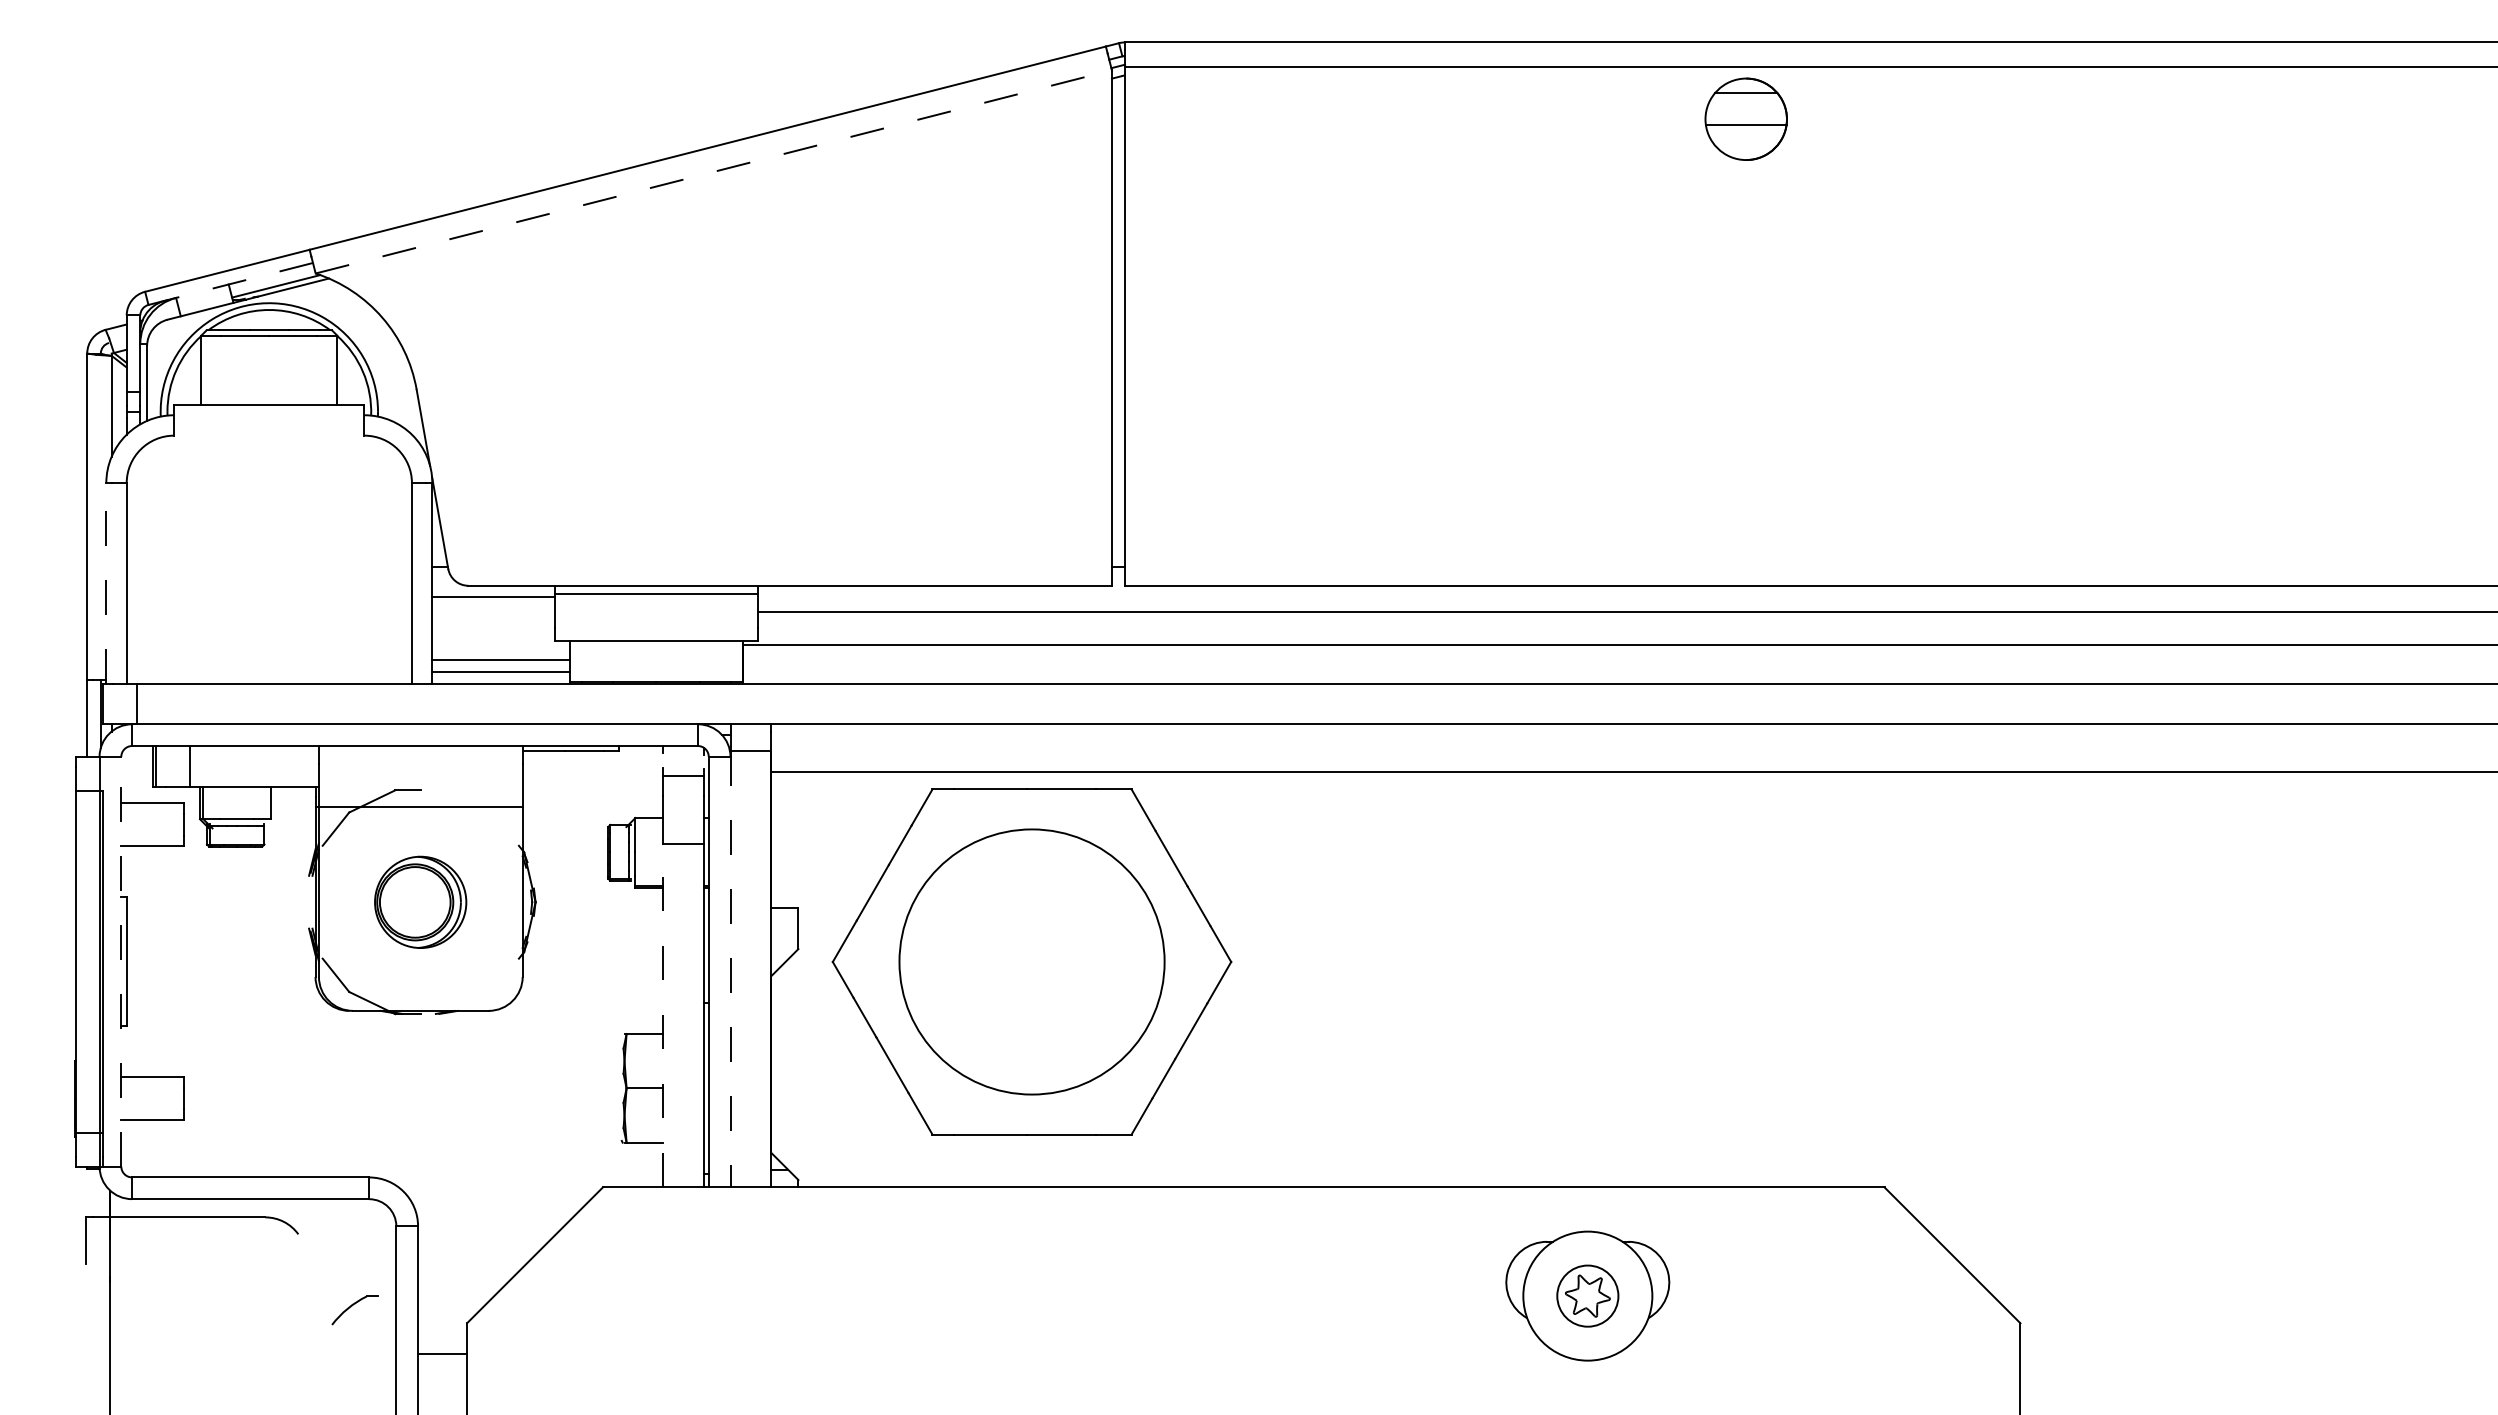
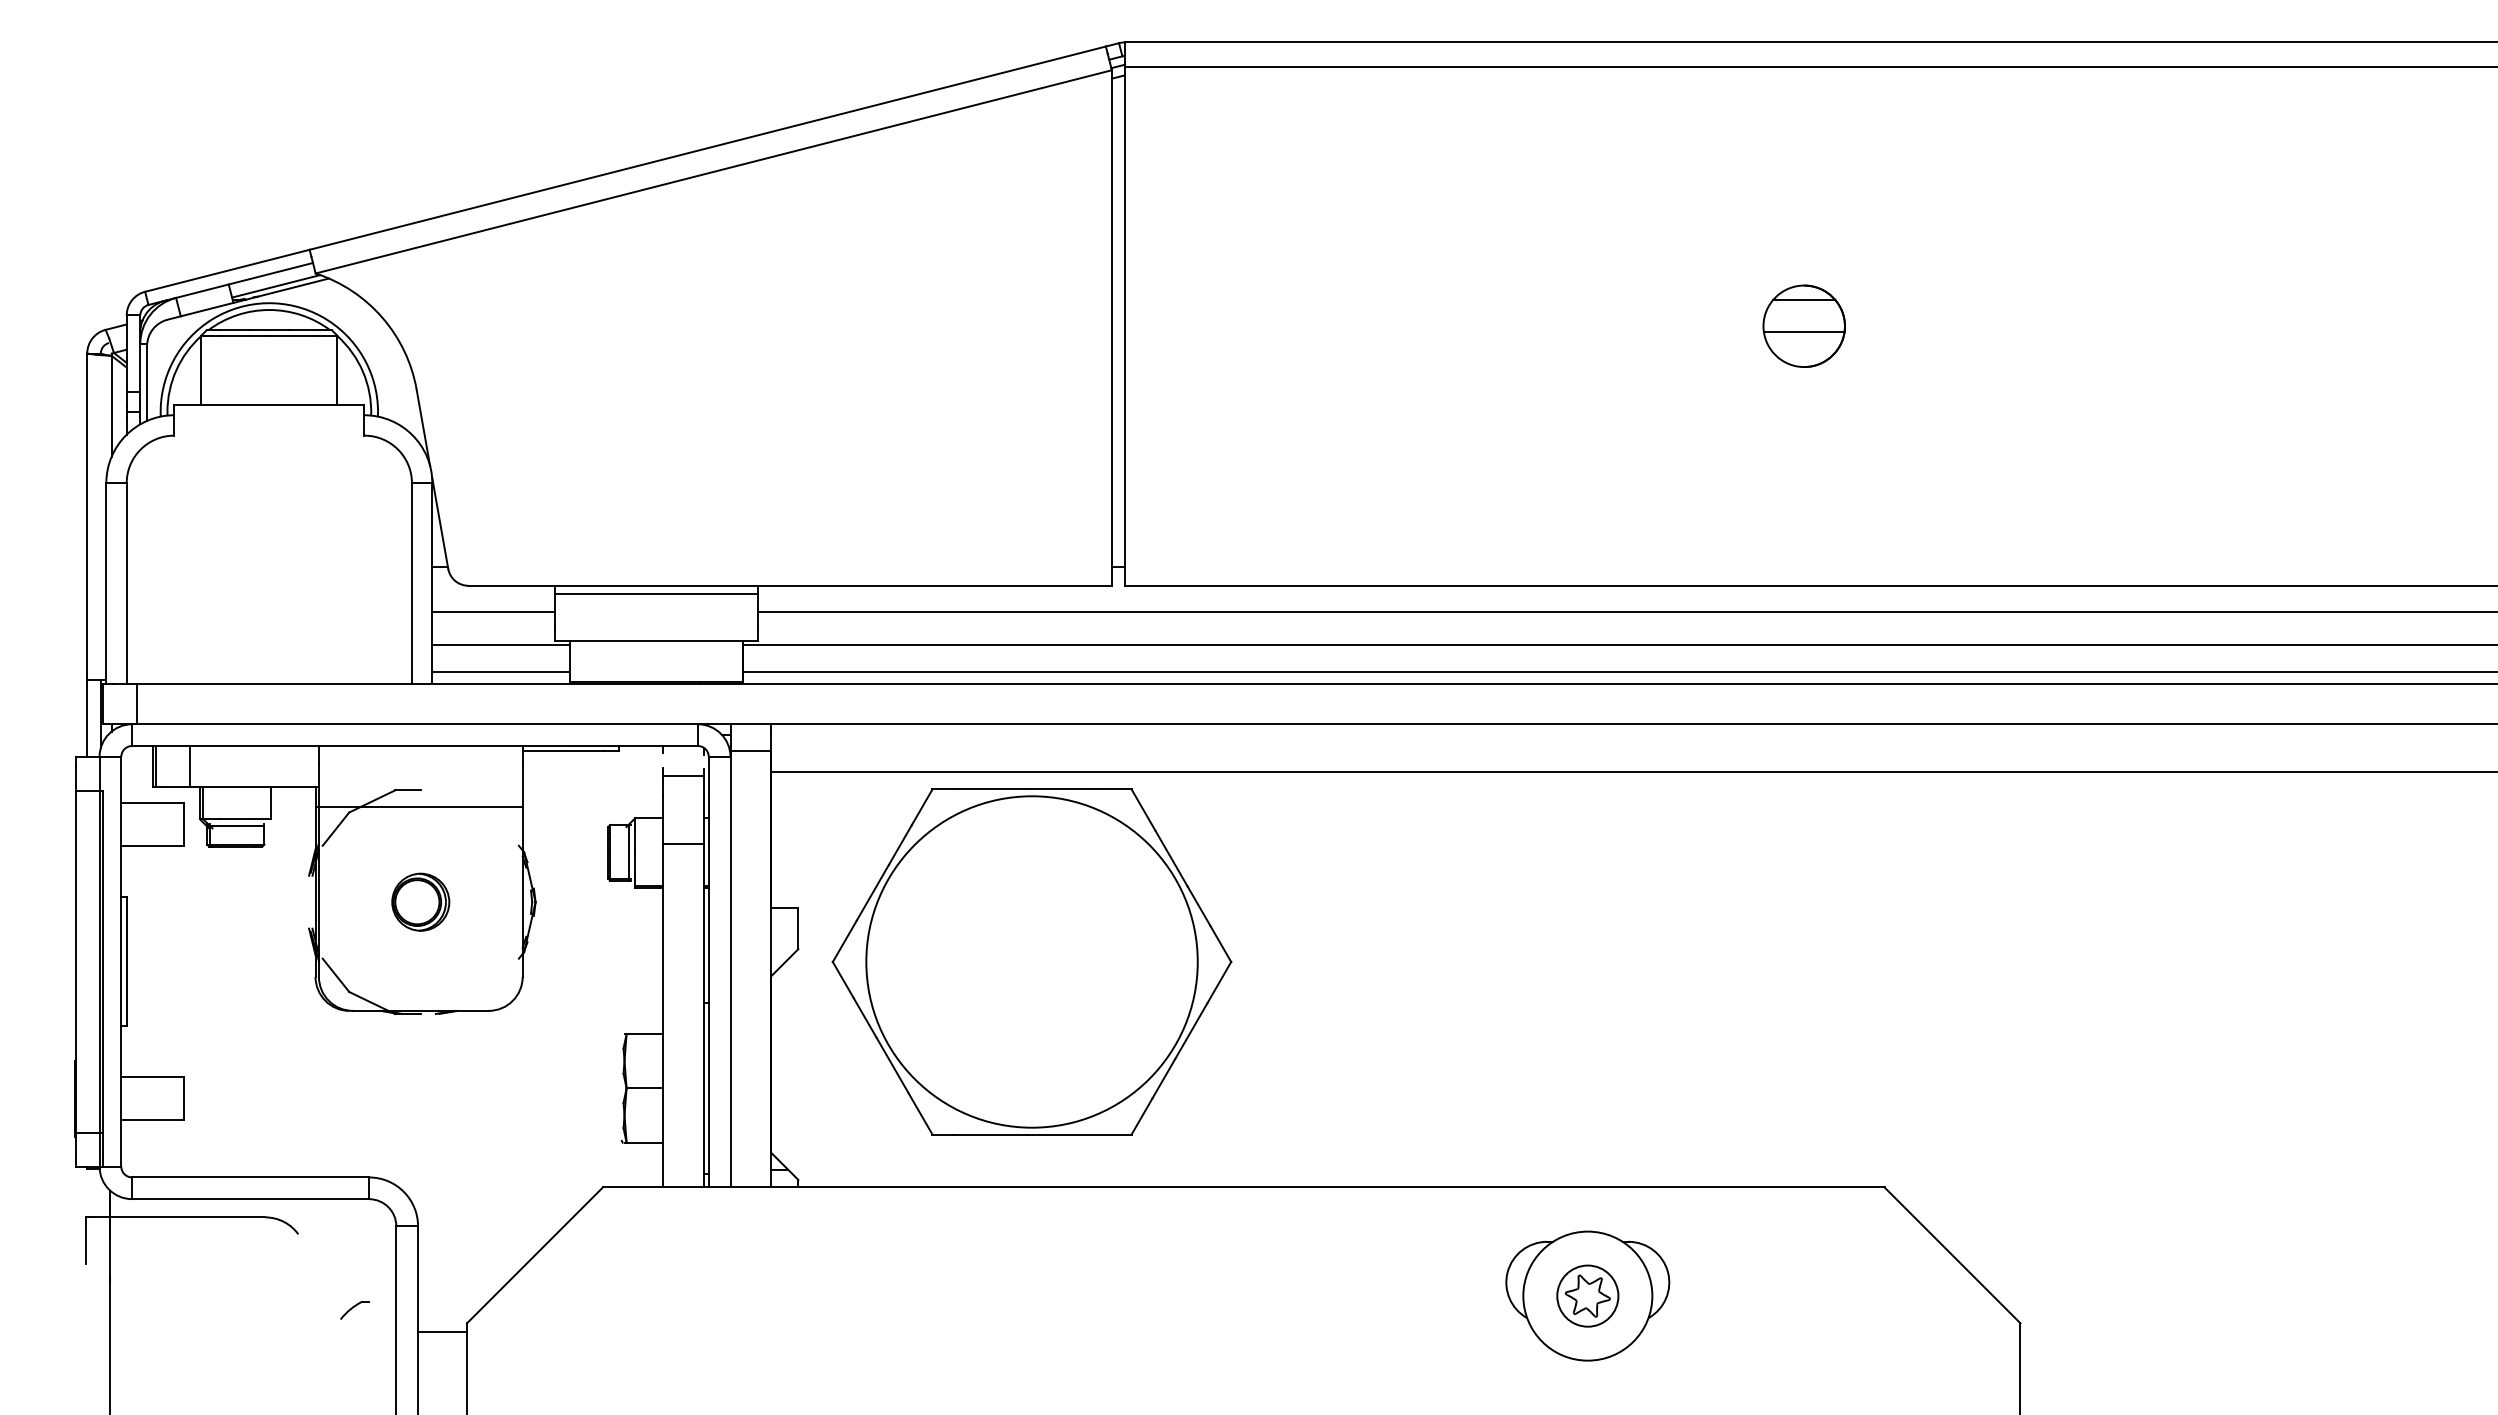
part at (1745, 118) position: (1745, 118) -> (1803, 325)
line at (713, 171): dashed -> solid
line at (230, 283): dashed -> solid
line at (106, 582): dashed -> solid
line at (493, 597) position: (493, 597) -> (493, 612)
line at (501, 659) position: (501, 659) -> (501, 644)
line at (1618, 672): none -> present
part at (420, 901) size: 94x94 px -> 60x60 px
line at (121, 961): dashed -> solid
circle at (1031, 961) diameter: 265 px -> 331 px
line at (730, 969): dashed -> solid
line at (662, 1015): dashed -> solid
part at (354, 1310) size: 48x31 px -> 30x19 px
line at (442, 1354) position: (442, 1354) -> (442, 1332)
